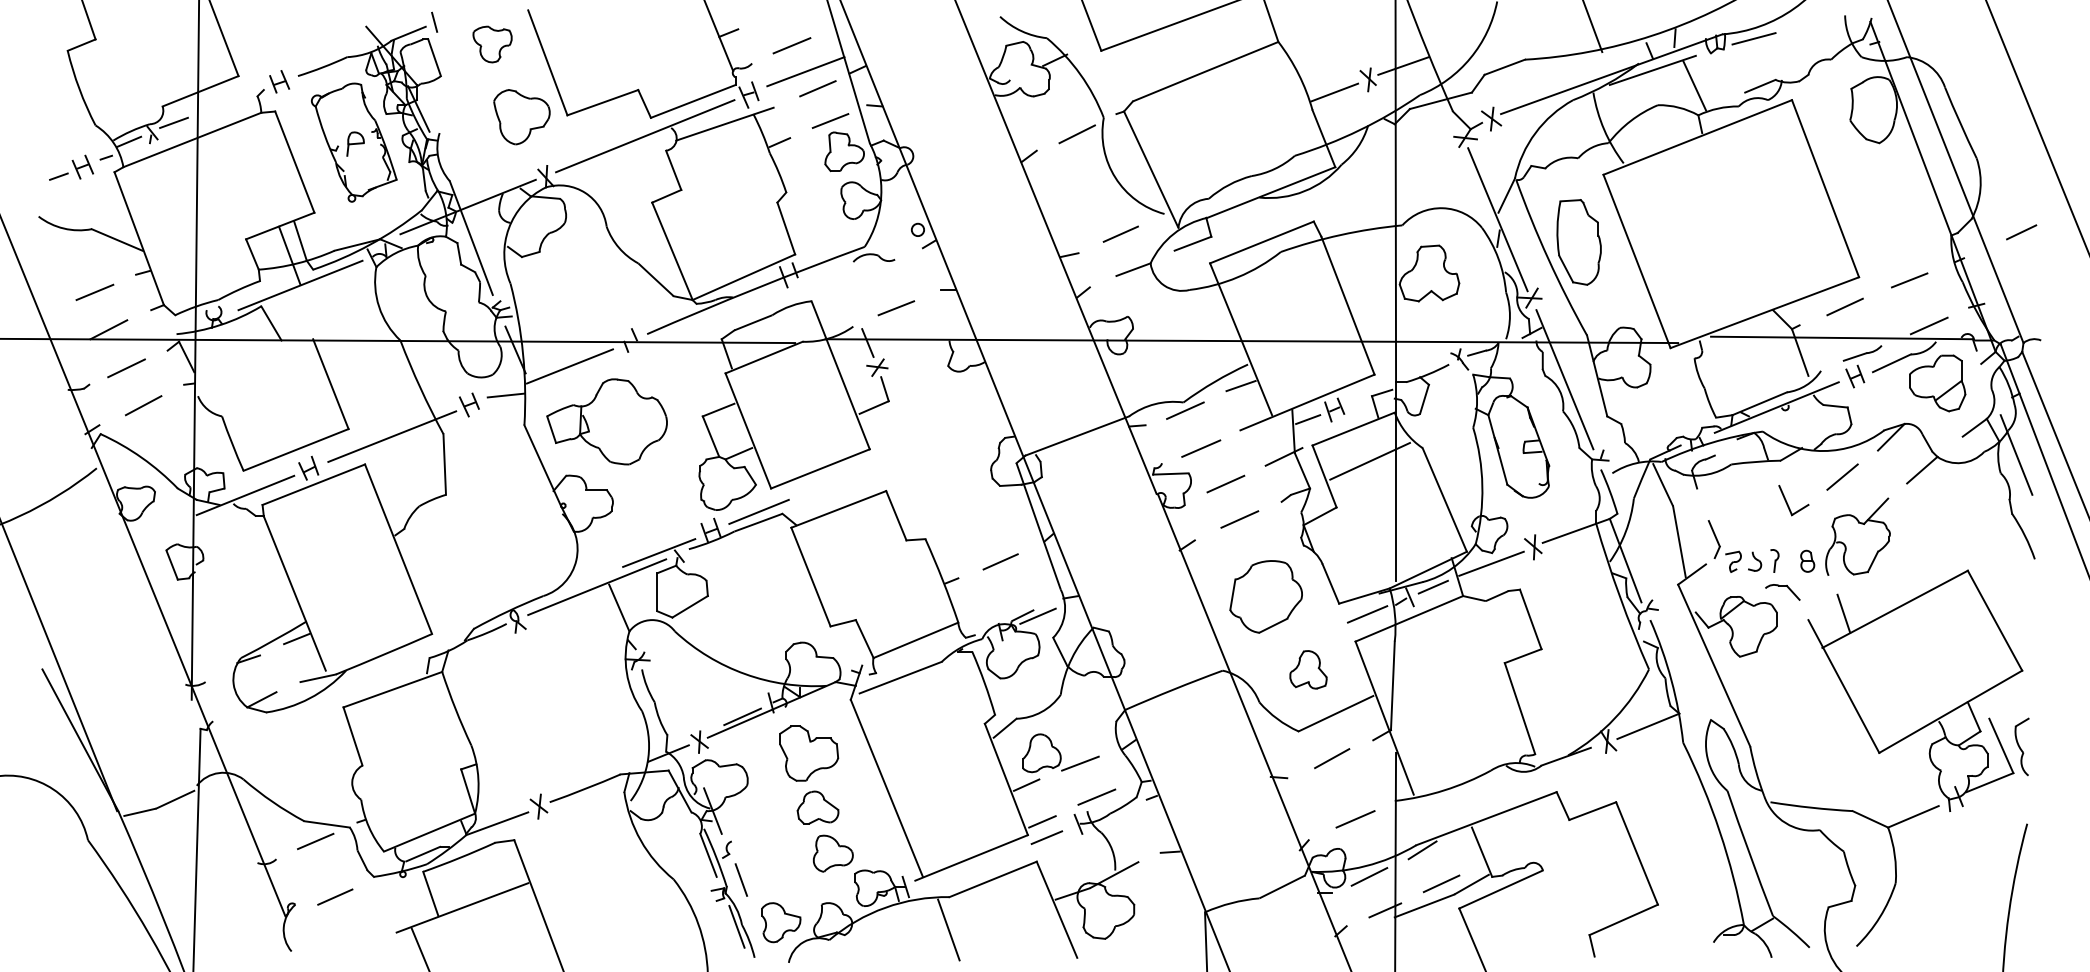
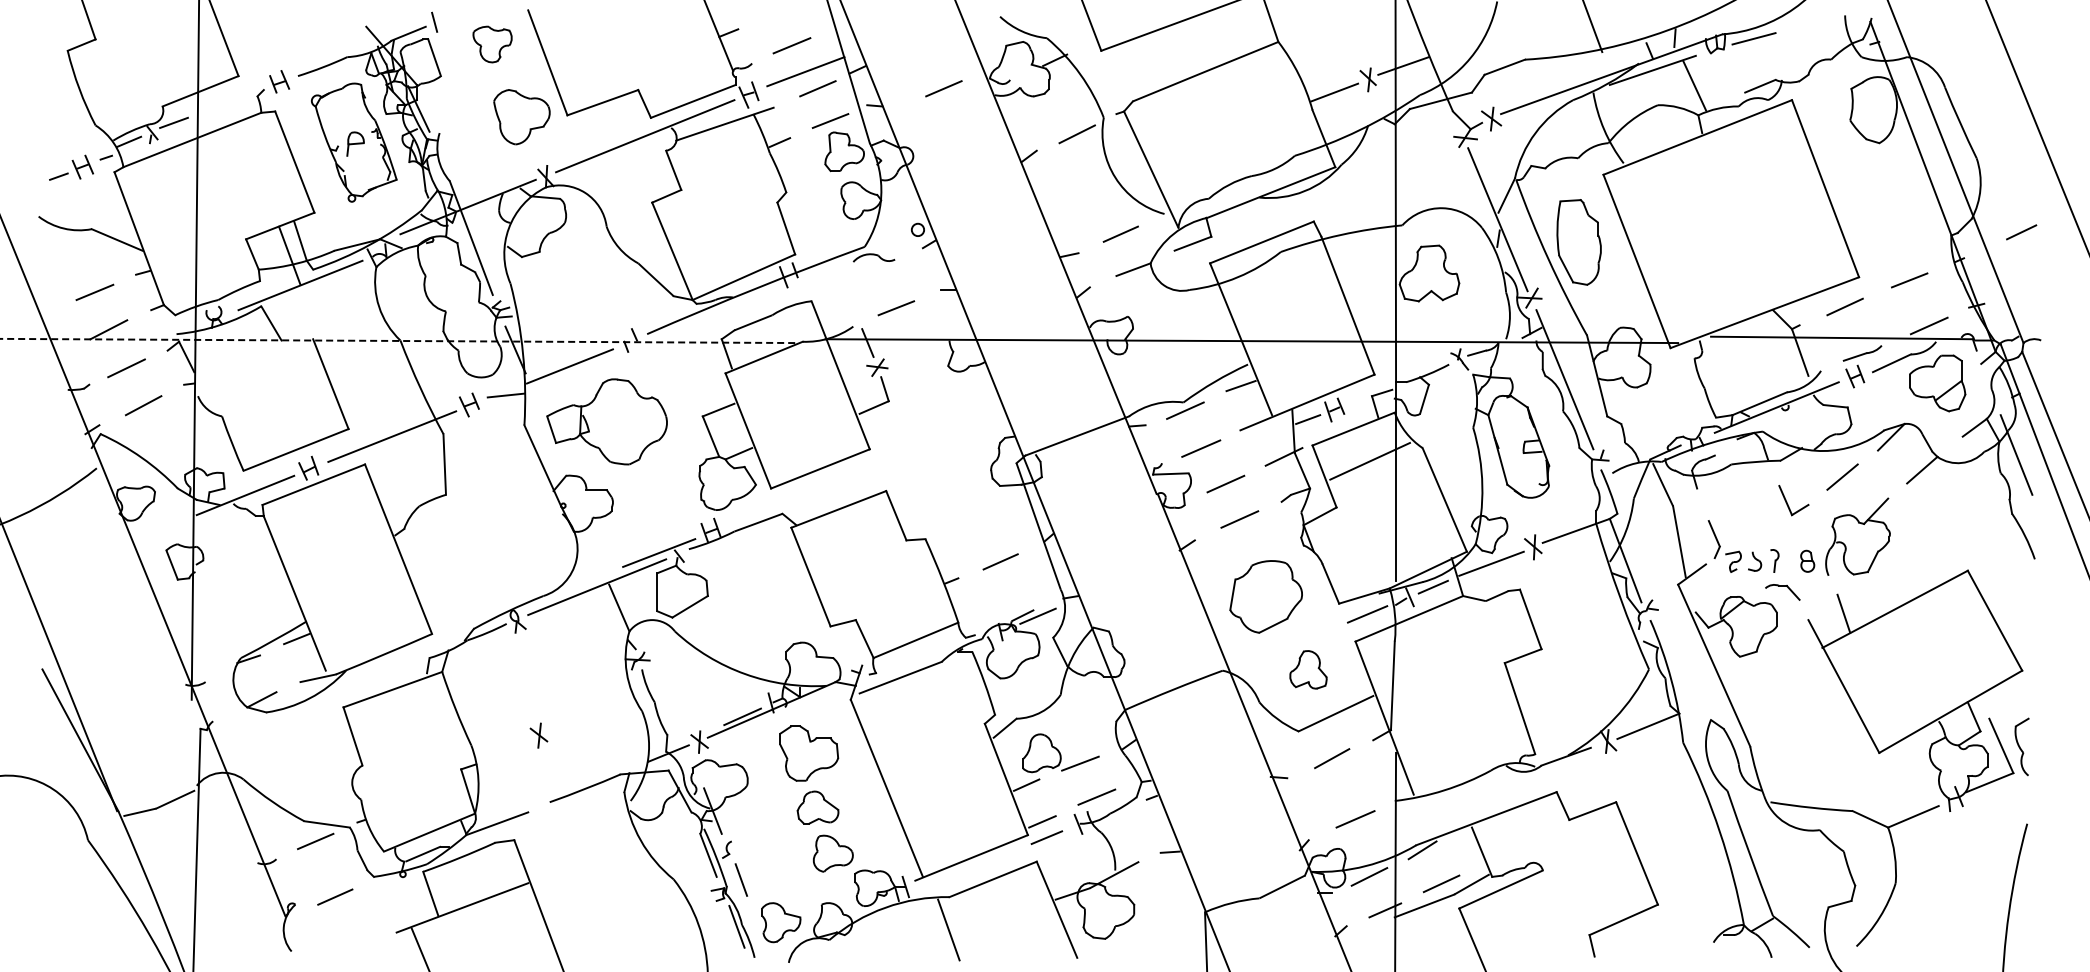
line at (943, 88): none -> present
line at (397, 340): solid -> dashed
line at (758, 511): present -> none
part at (538, 806) position: (538, 806) -> (538, 735)
